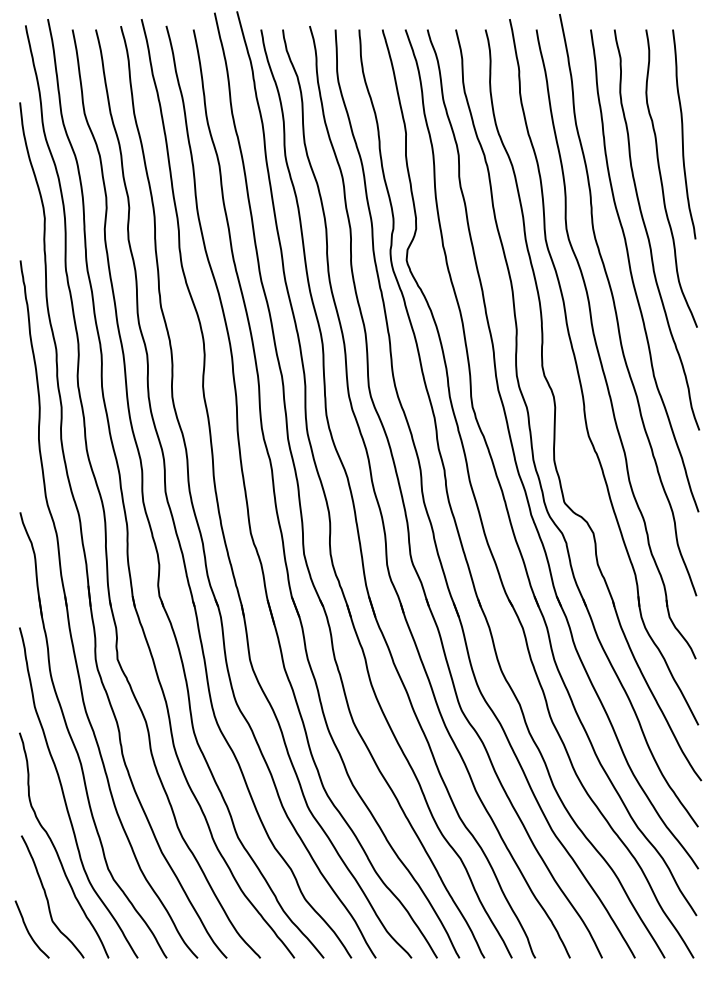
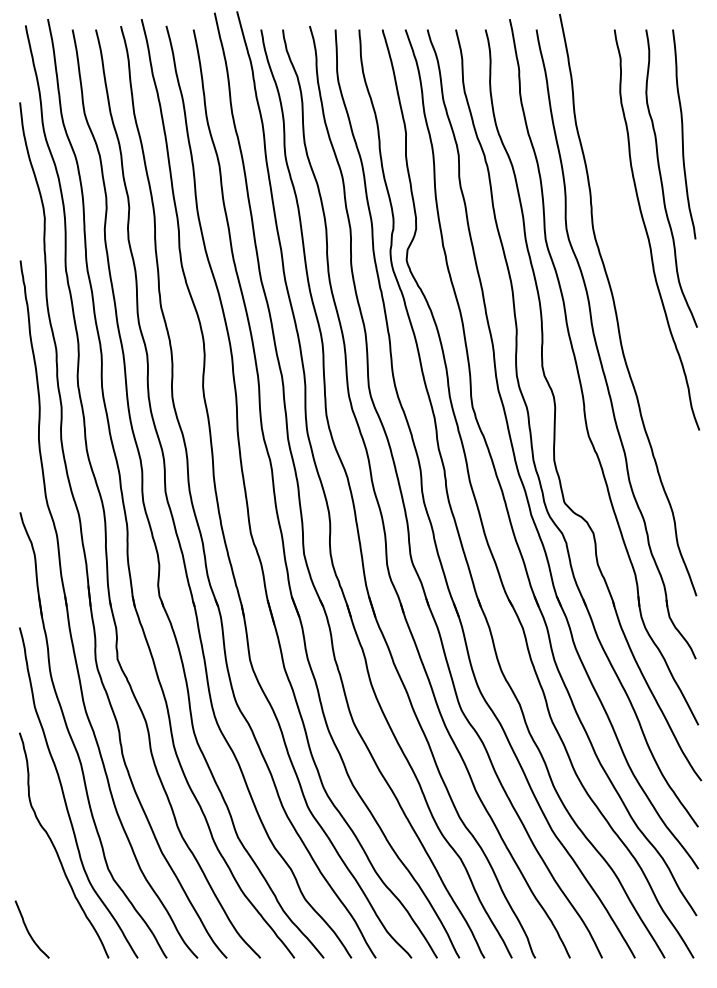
curve at (632, 274): present -> none
curve at (47, 896): present -> none
